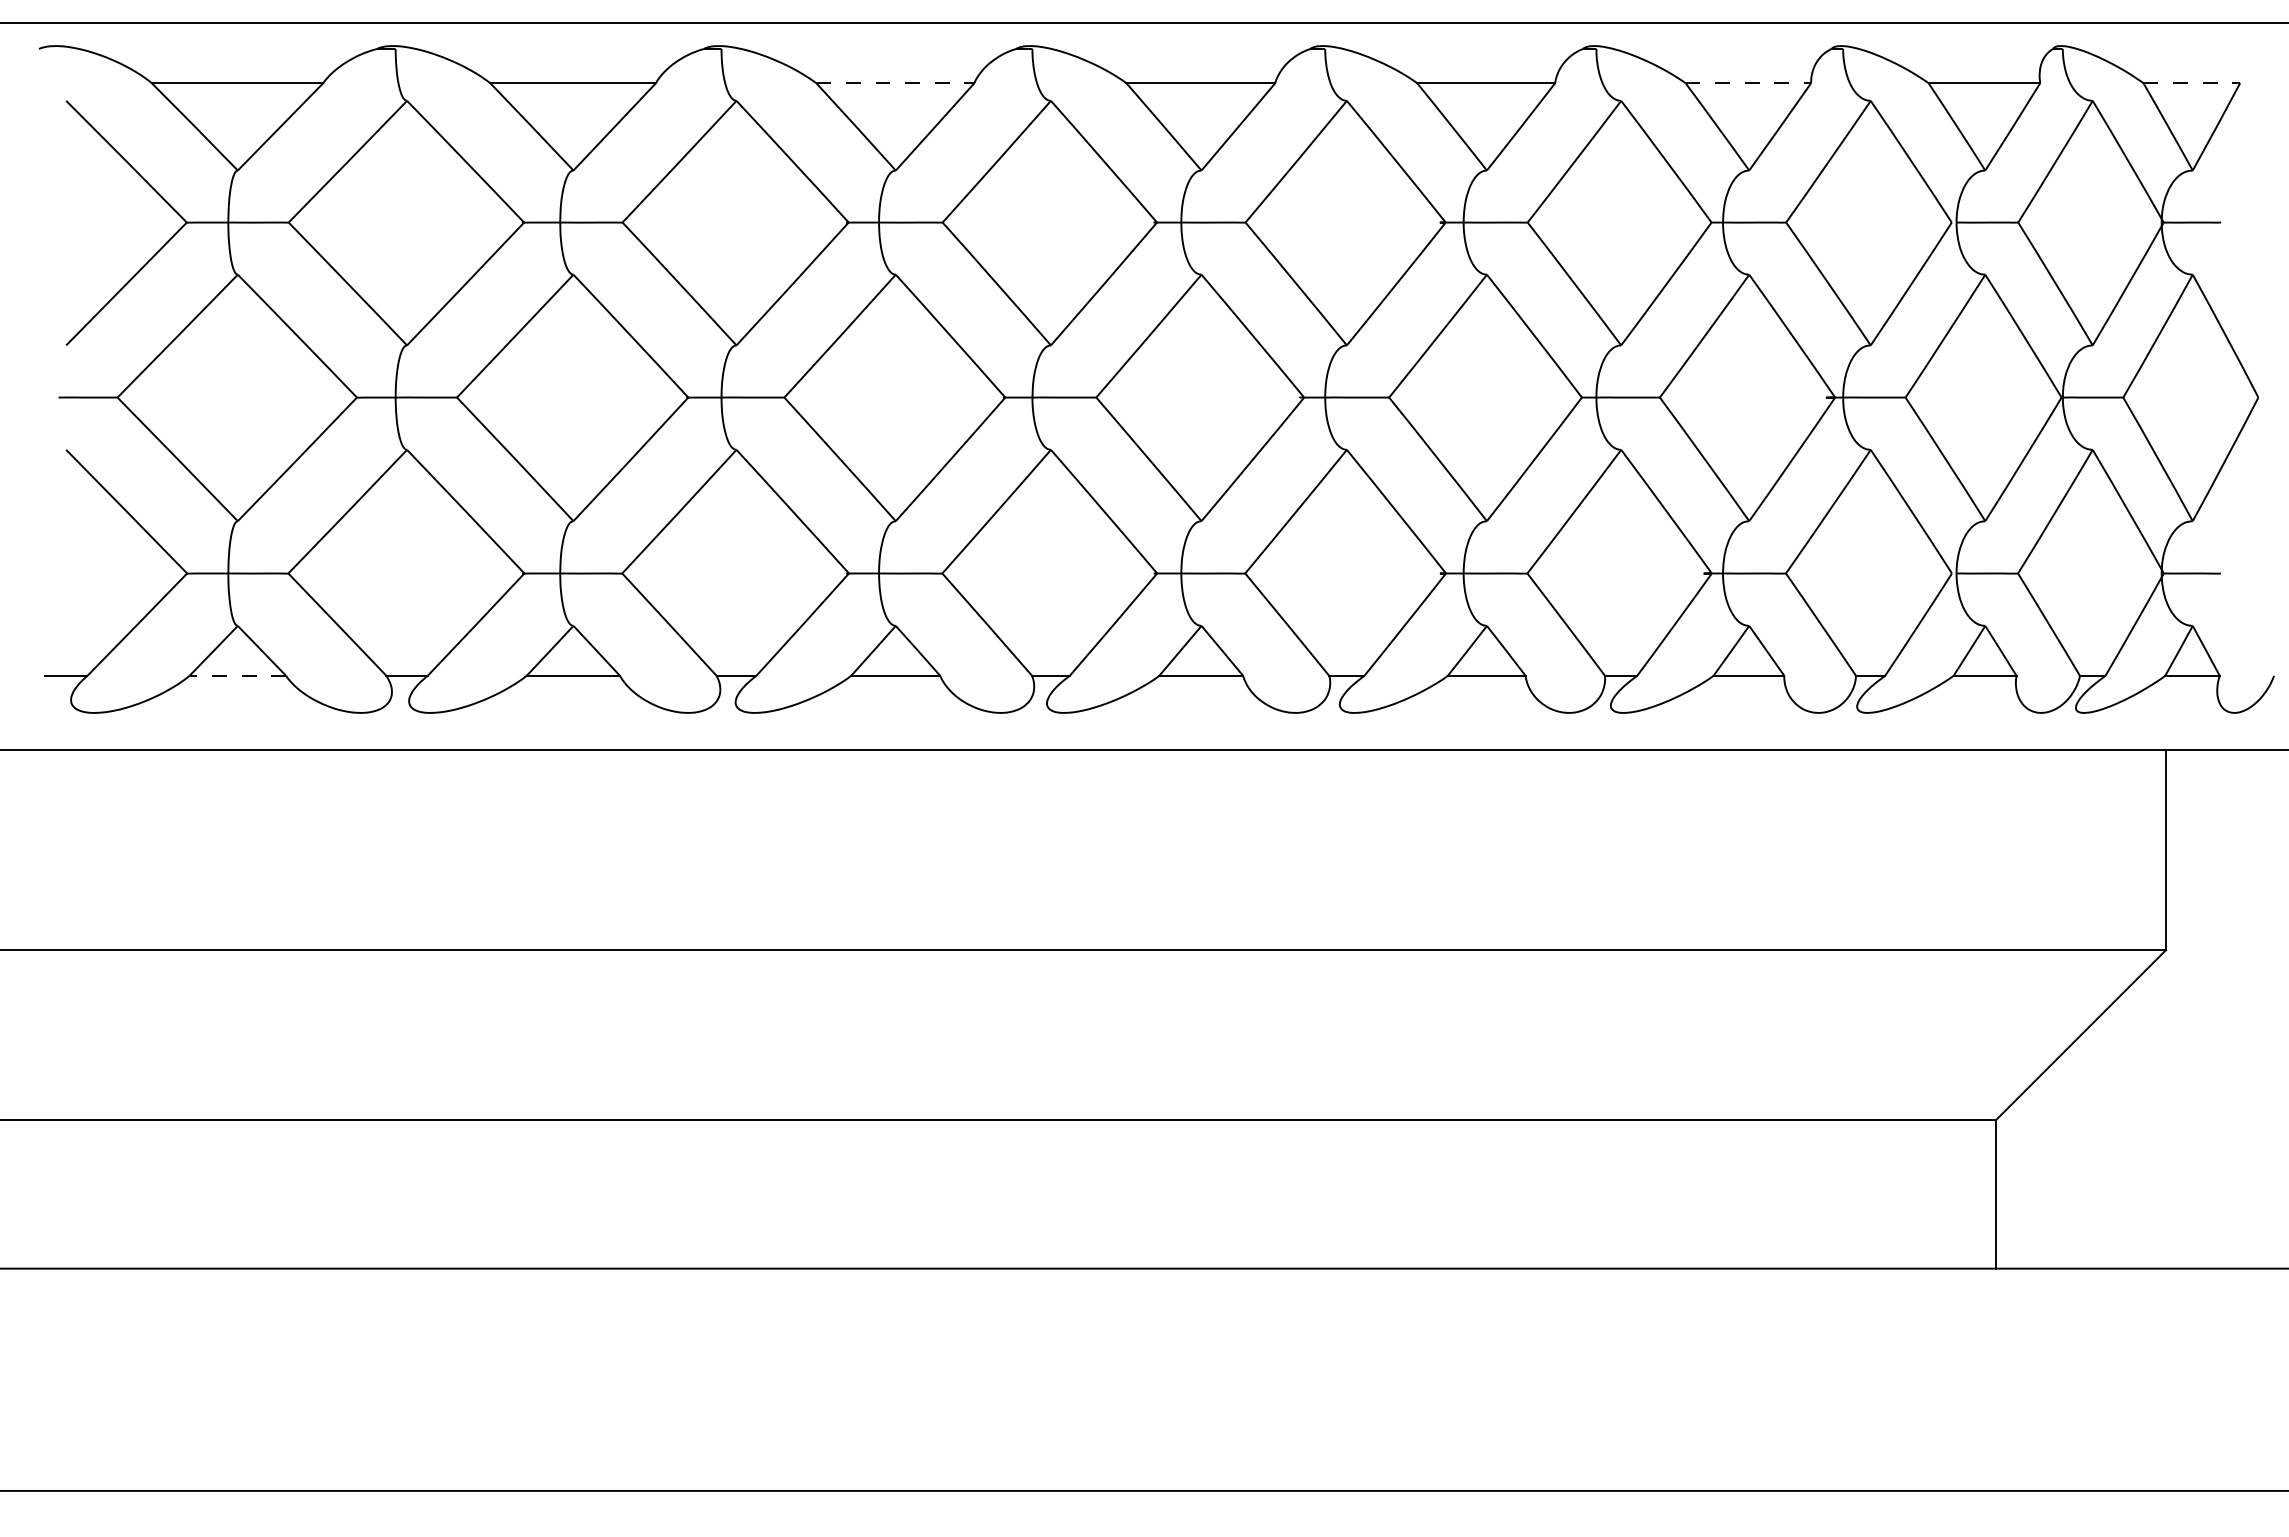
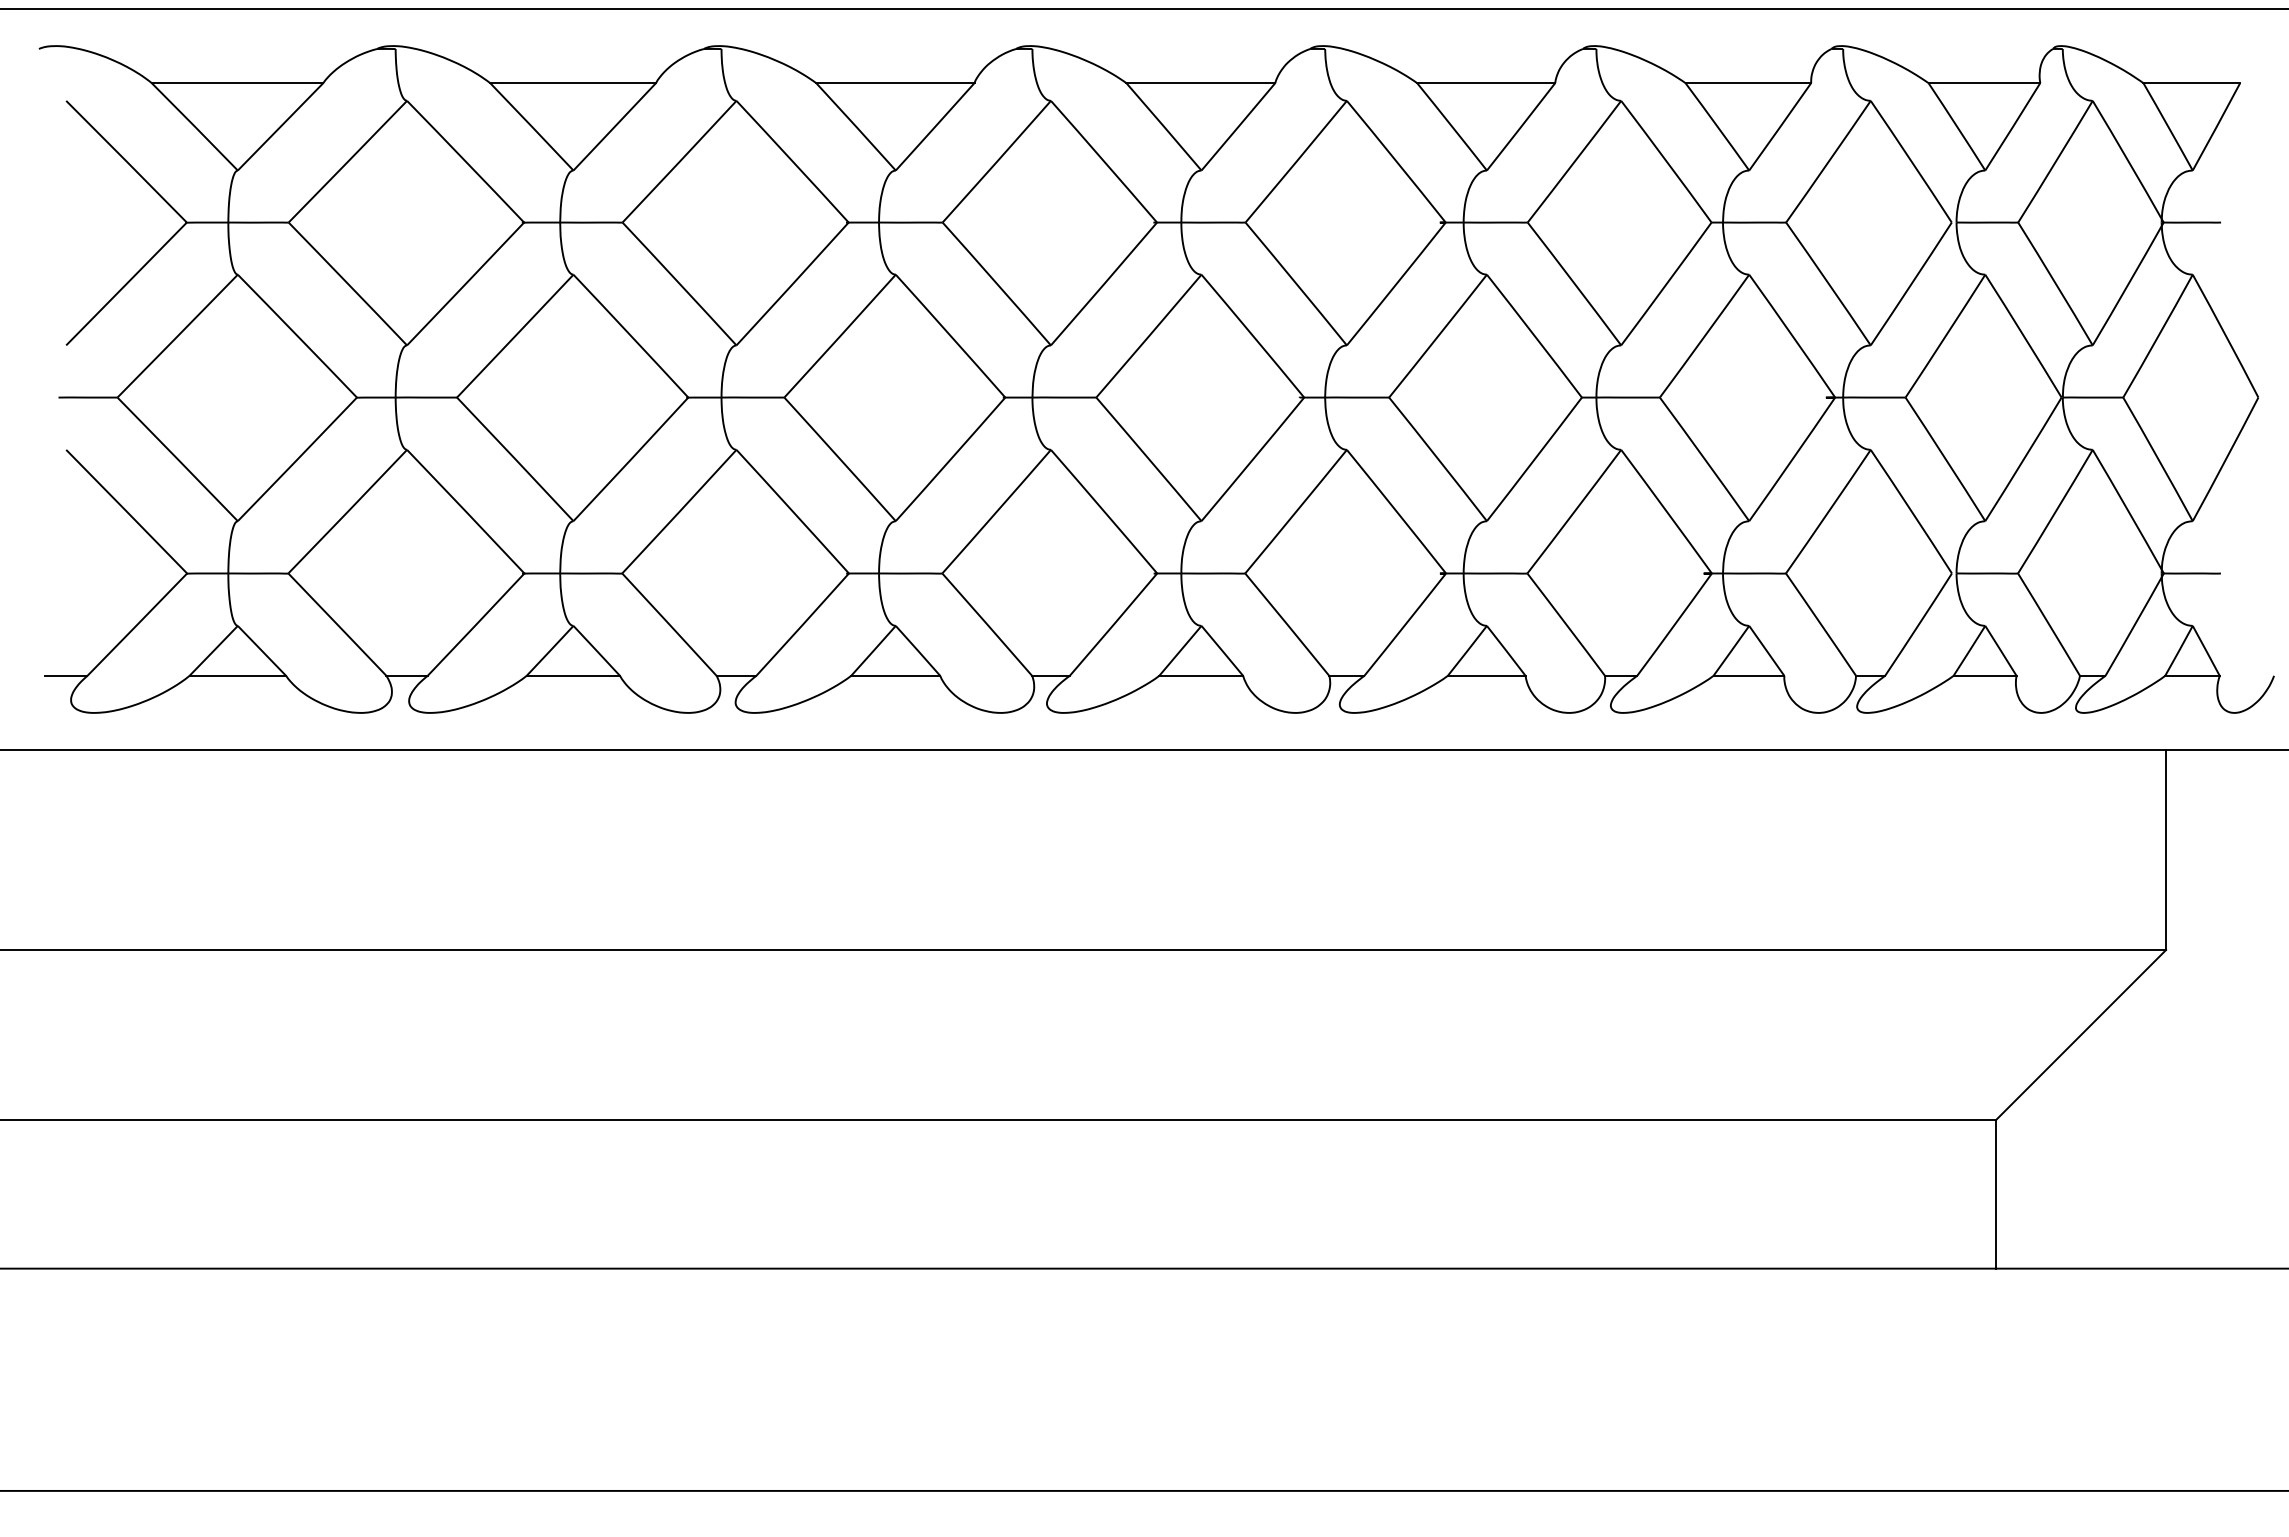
line at (1143, 23) position: (1143, 23) -> (1143, 9)
line at (895, 83): dashed -> solid
line at (1748, 83): dashed -> solid
line at (2192, 83): dashed -> solid
line at (237, 675): dashed -> solid
